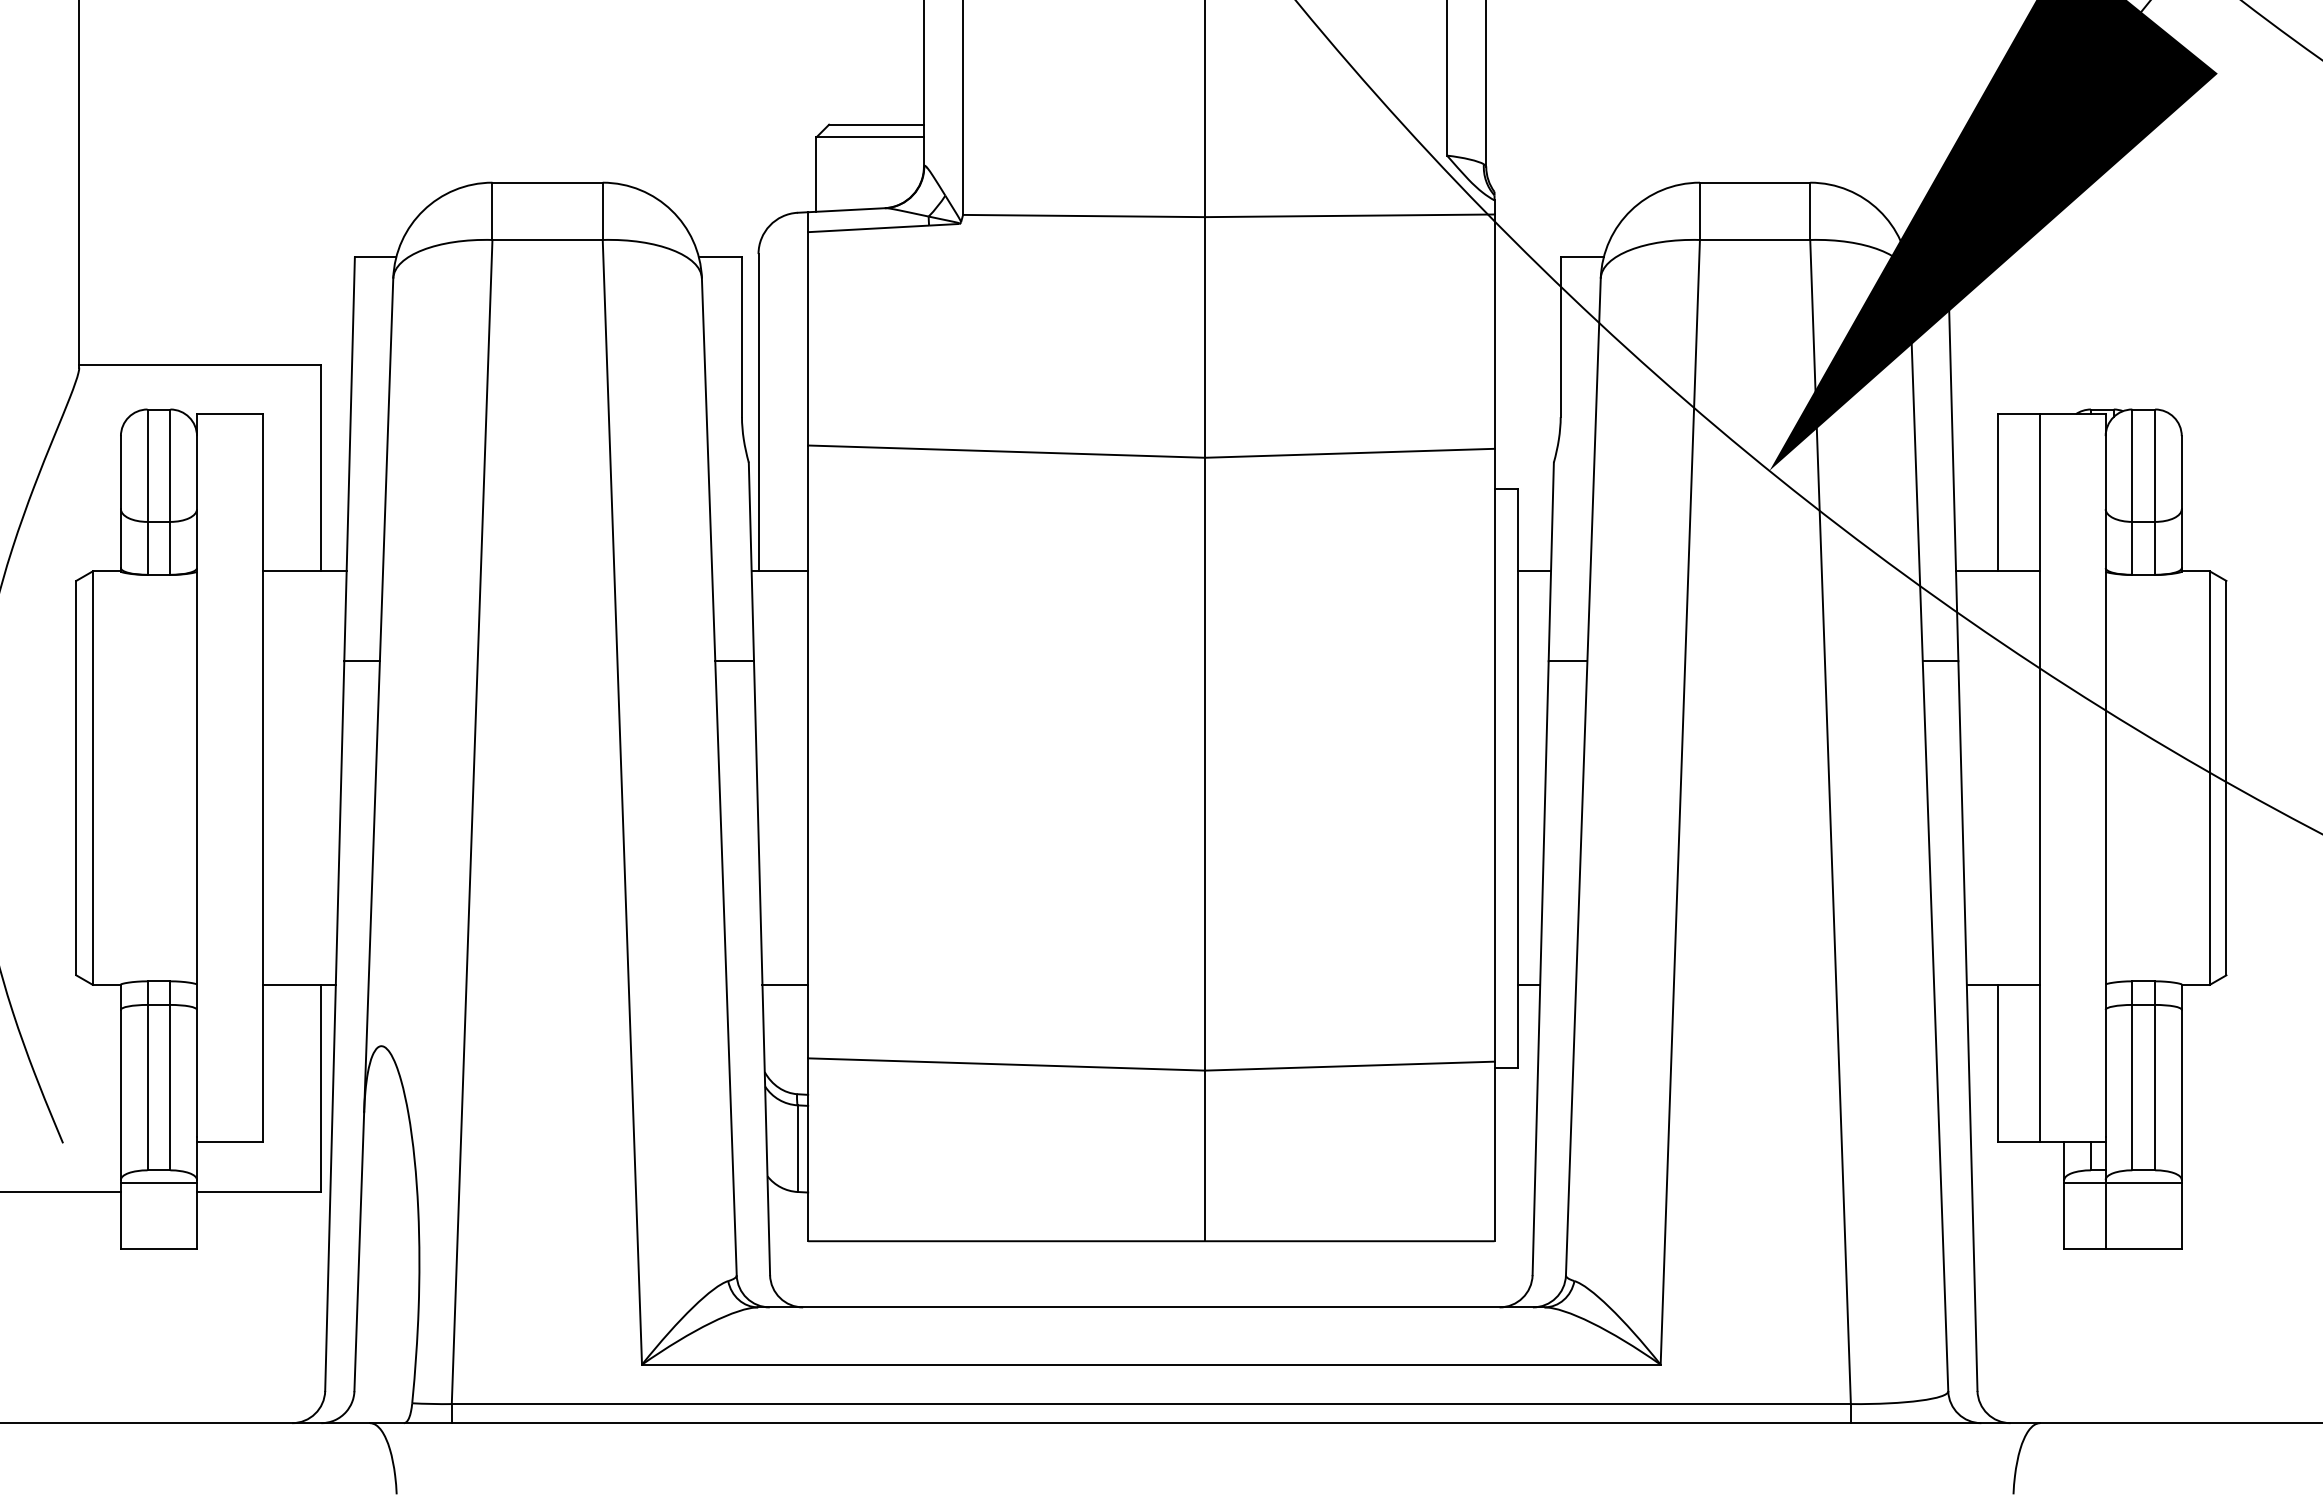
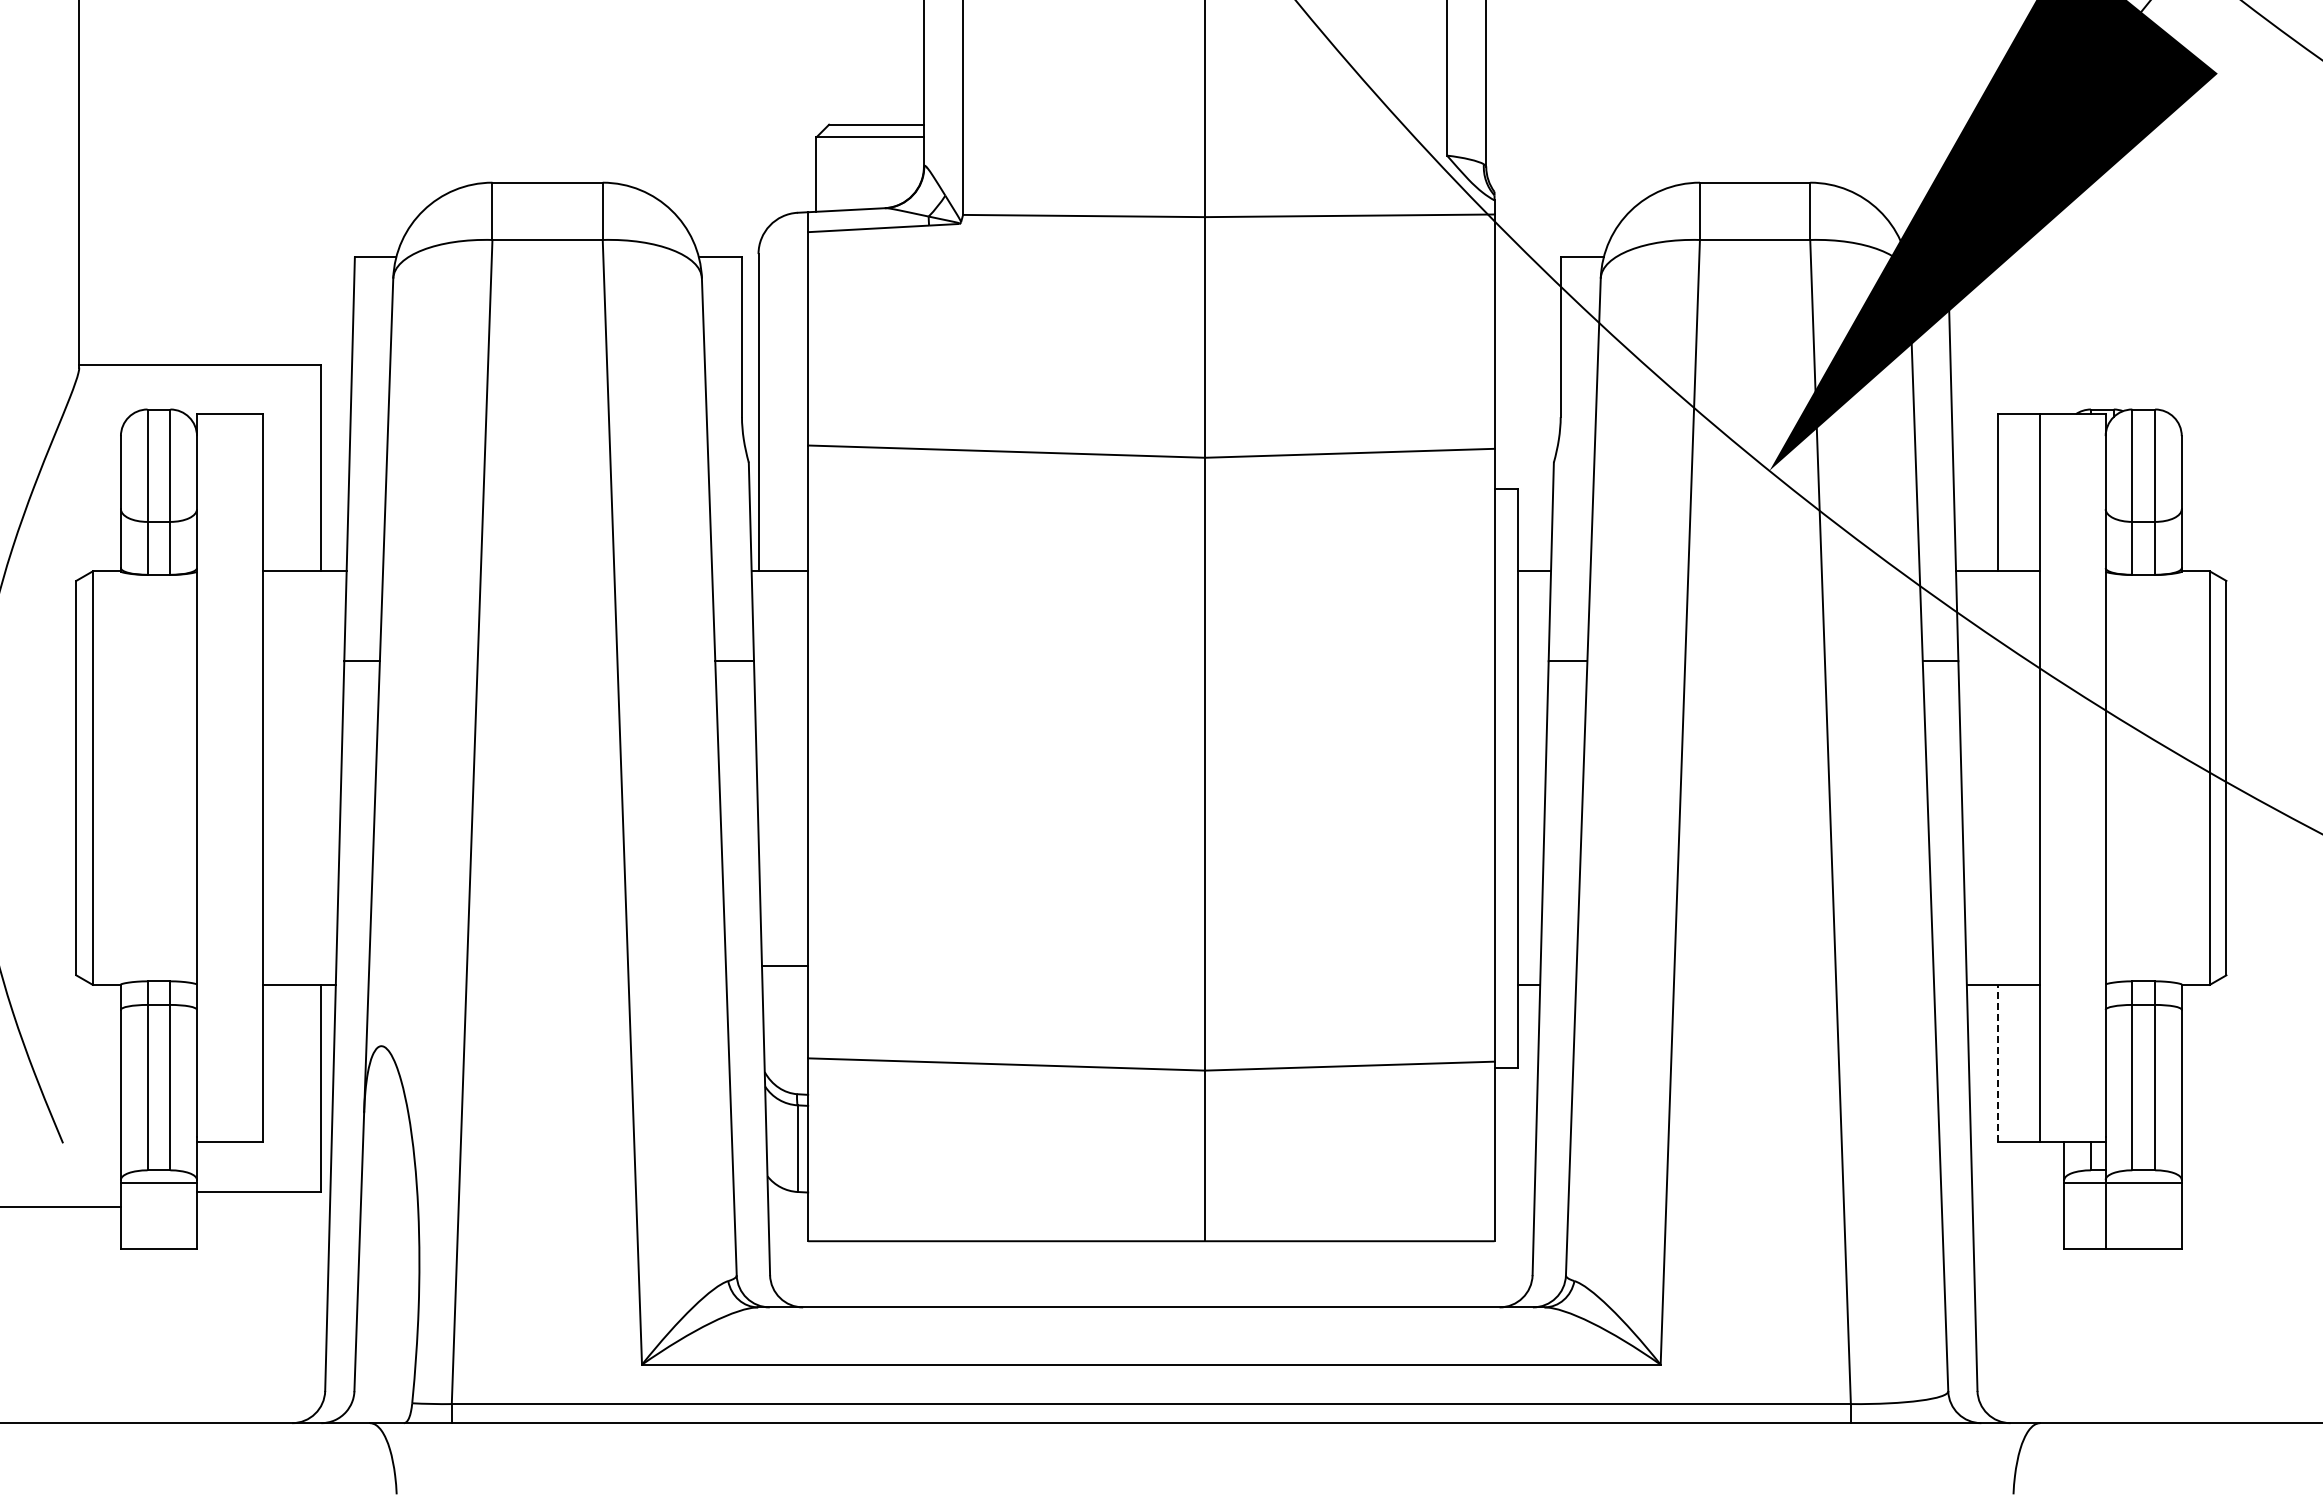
line at (785, 984) position: (785, 984) -> (785, 965)
line at (1998, 1063): solid -> dashed
line at (61, 1191) position: (61, 1191) -> (61, 1206)
